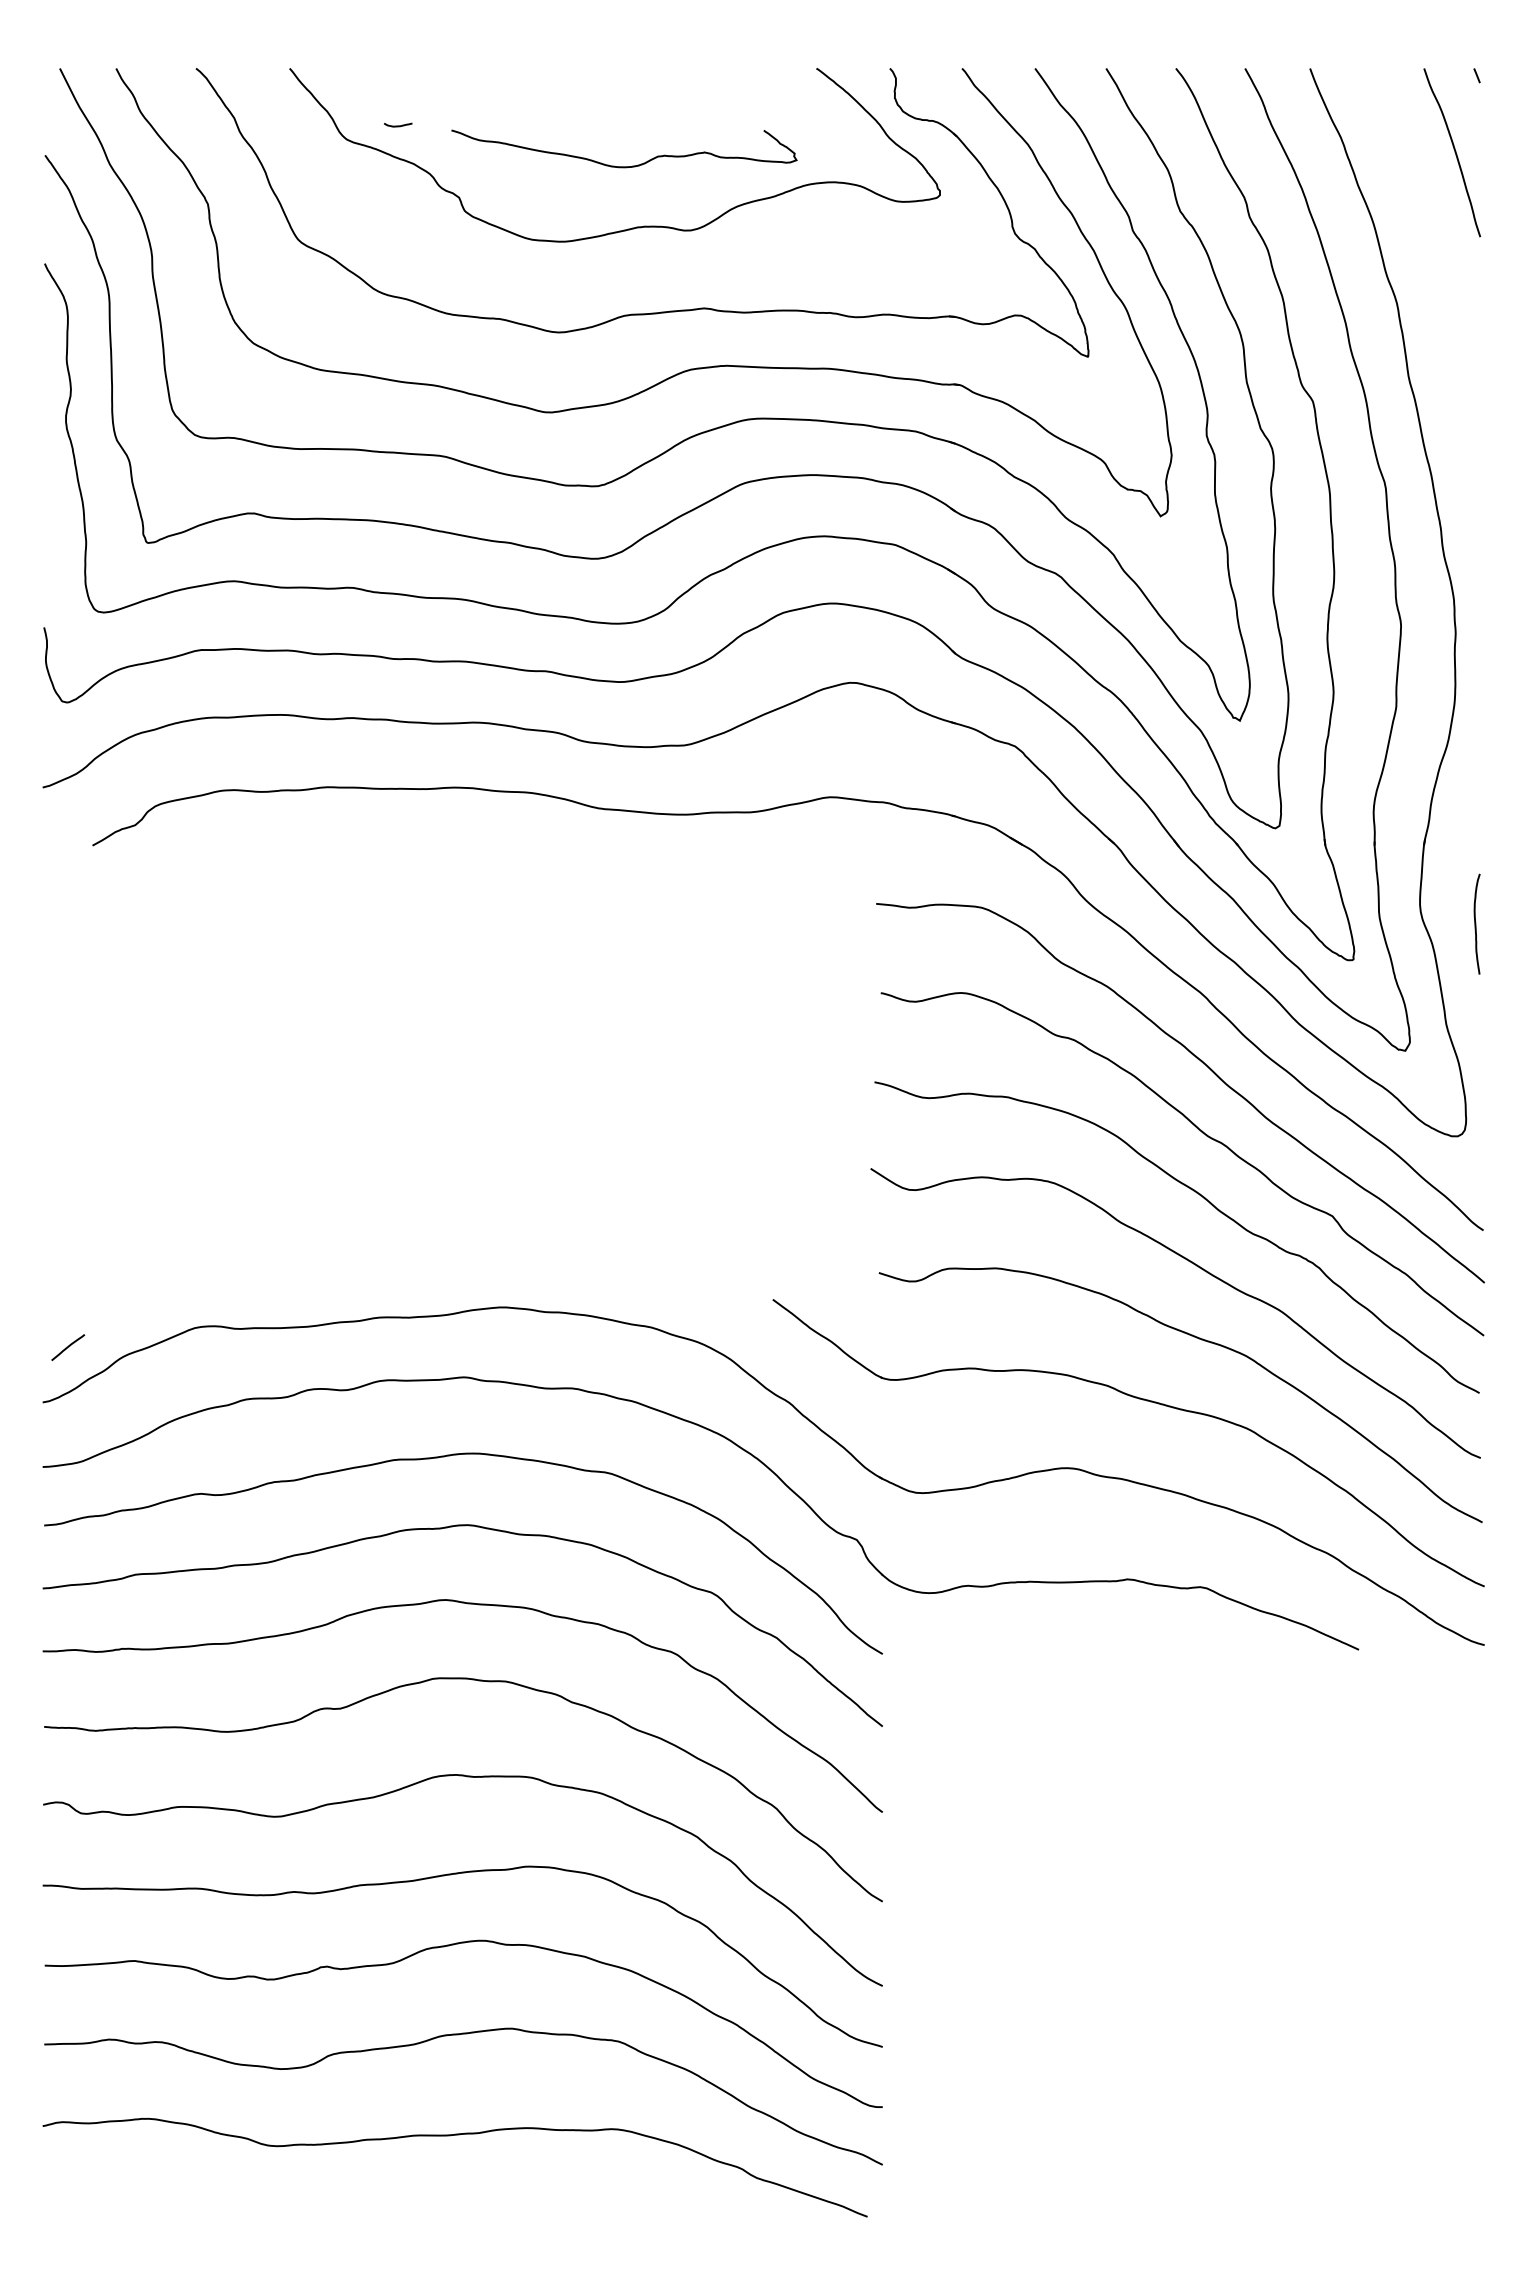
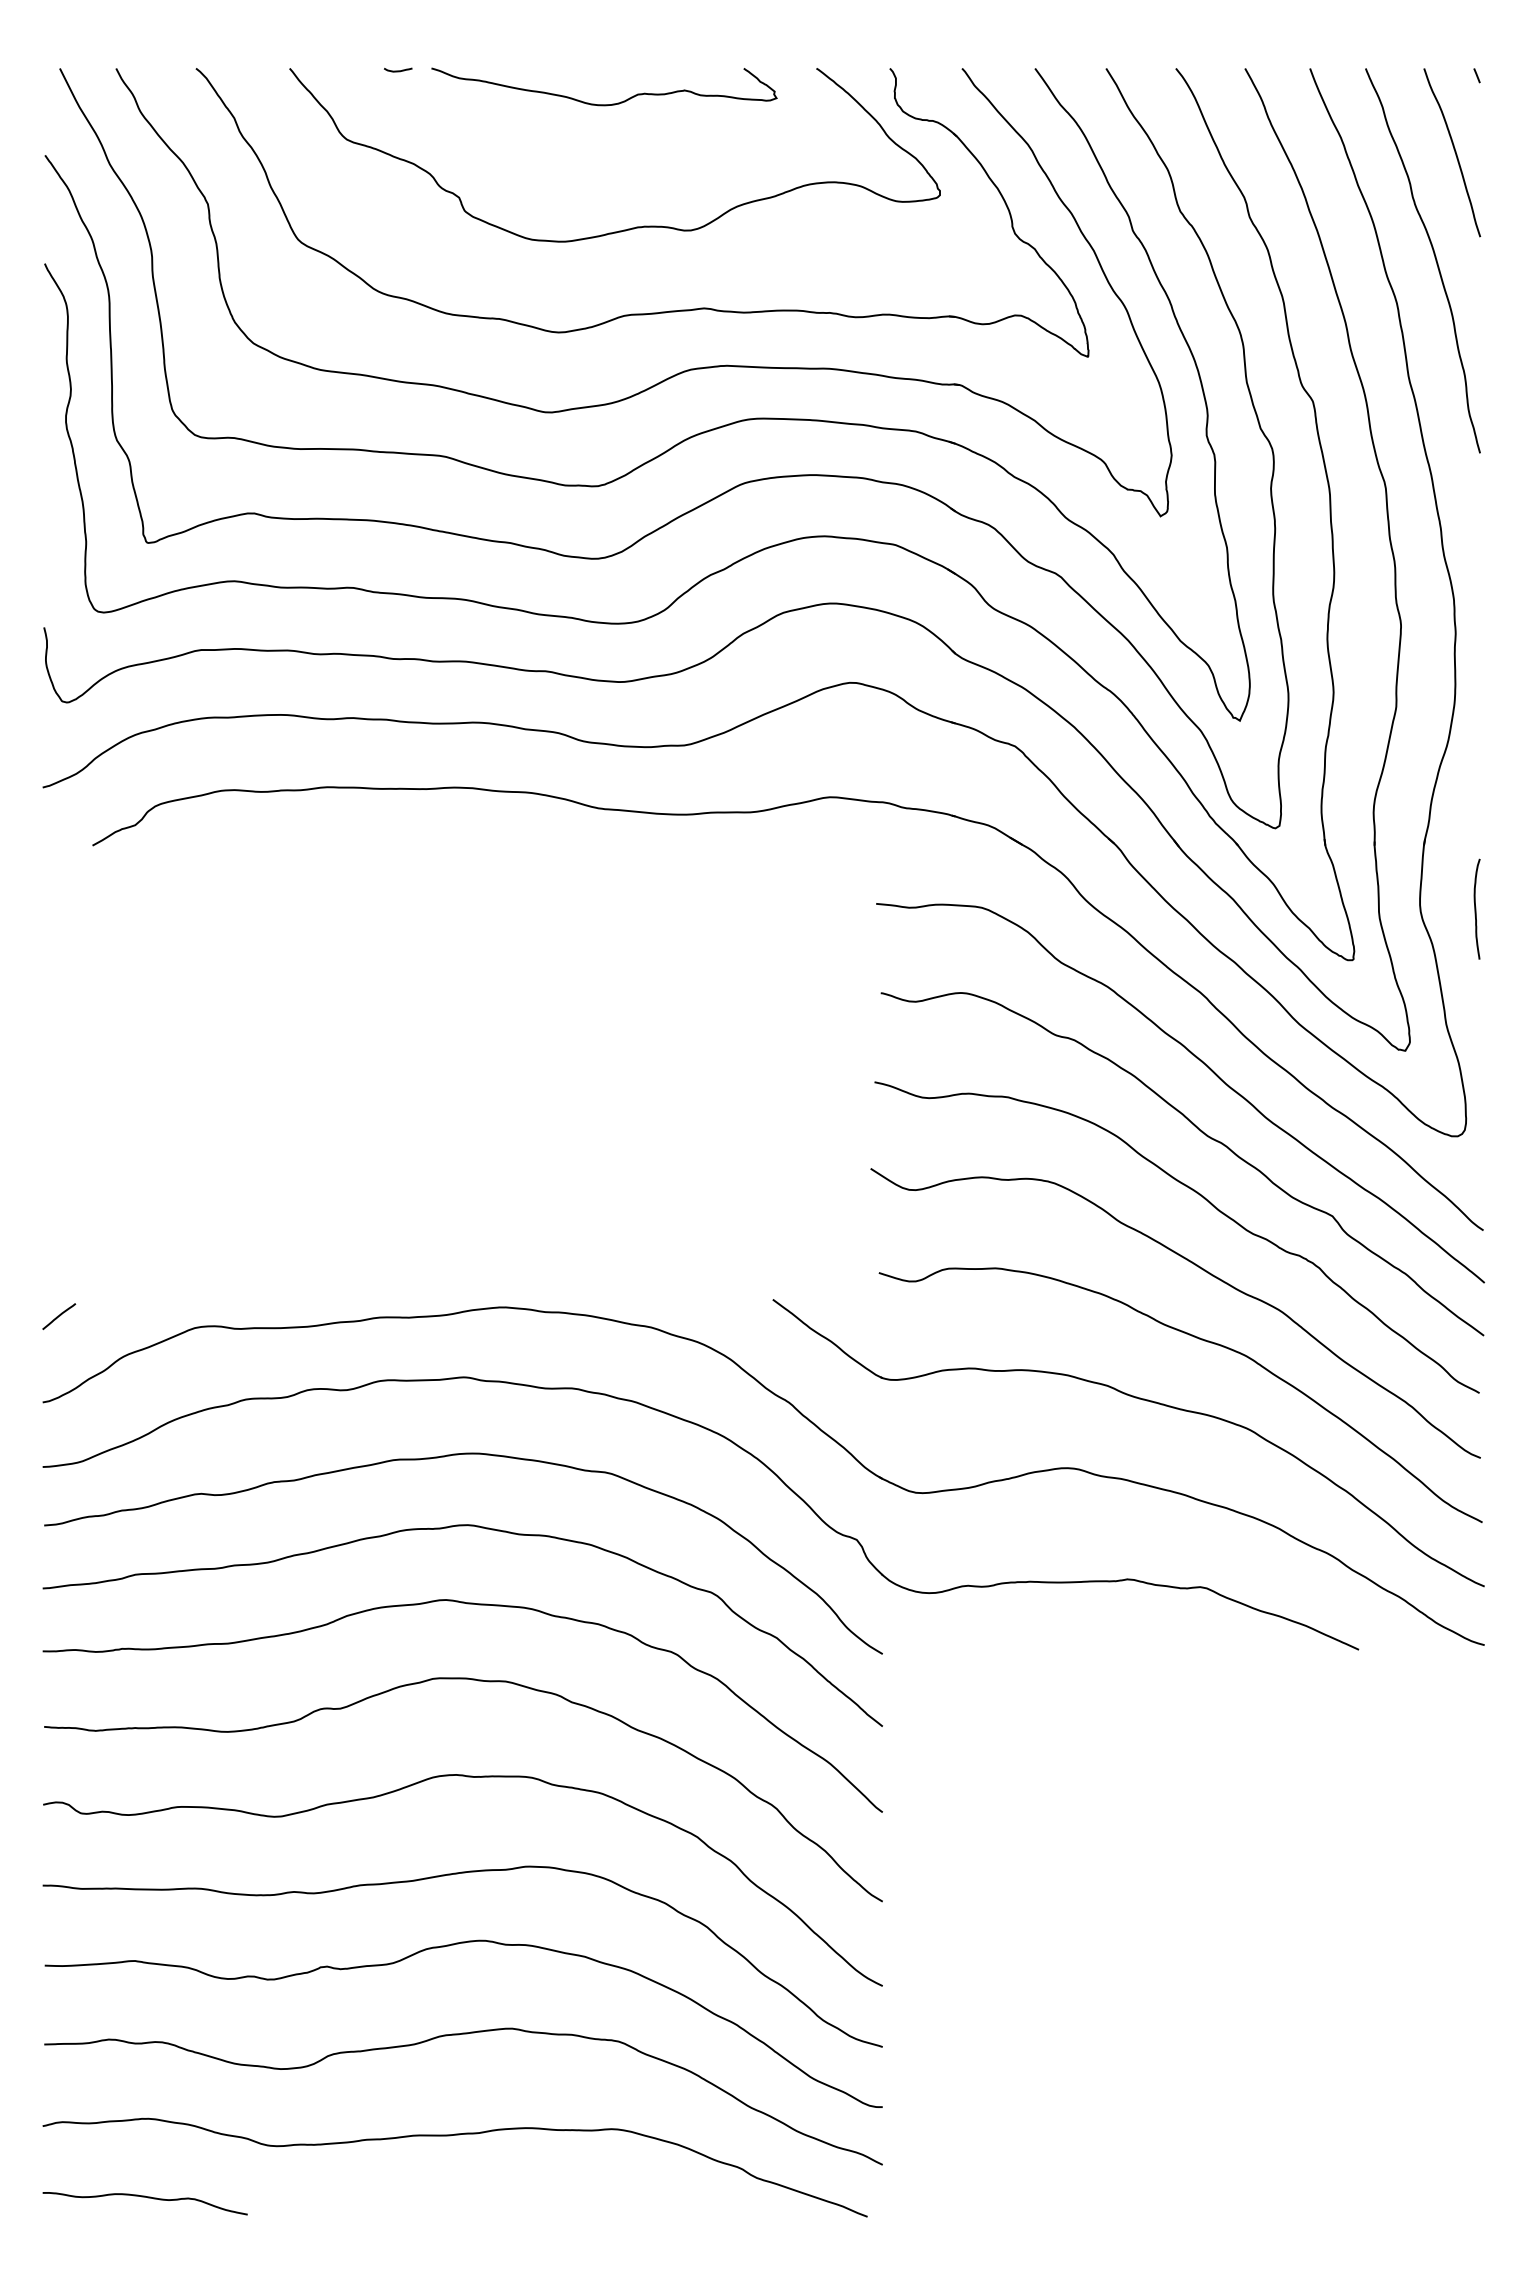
curve at (398, 125) position: (398, 125) -> (398, 70)
curve at (624, 166) position: (624, 166) -> (604, 104)
curve at (1434, 257): none -> present
curve at (1476, 923) position: (1476, 923) -> (1476, 908)
line at (68, 1347) position: (68, 1347) -> (59, 1316)
curve at (147, 2198): none -> present
